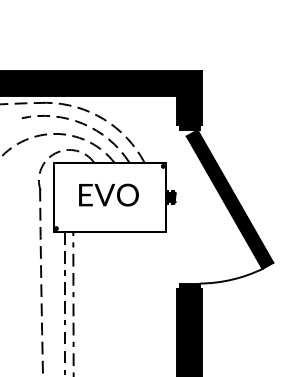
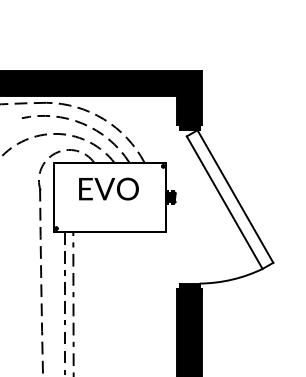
text at (108, 194) position: (108, 194) -> (108, 188)
fill at (229, 199): present -> none
